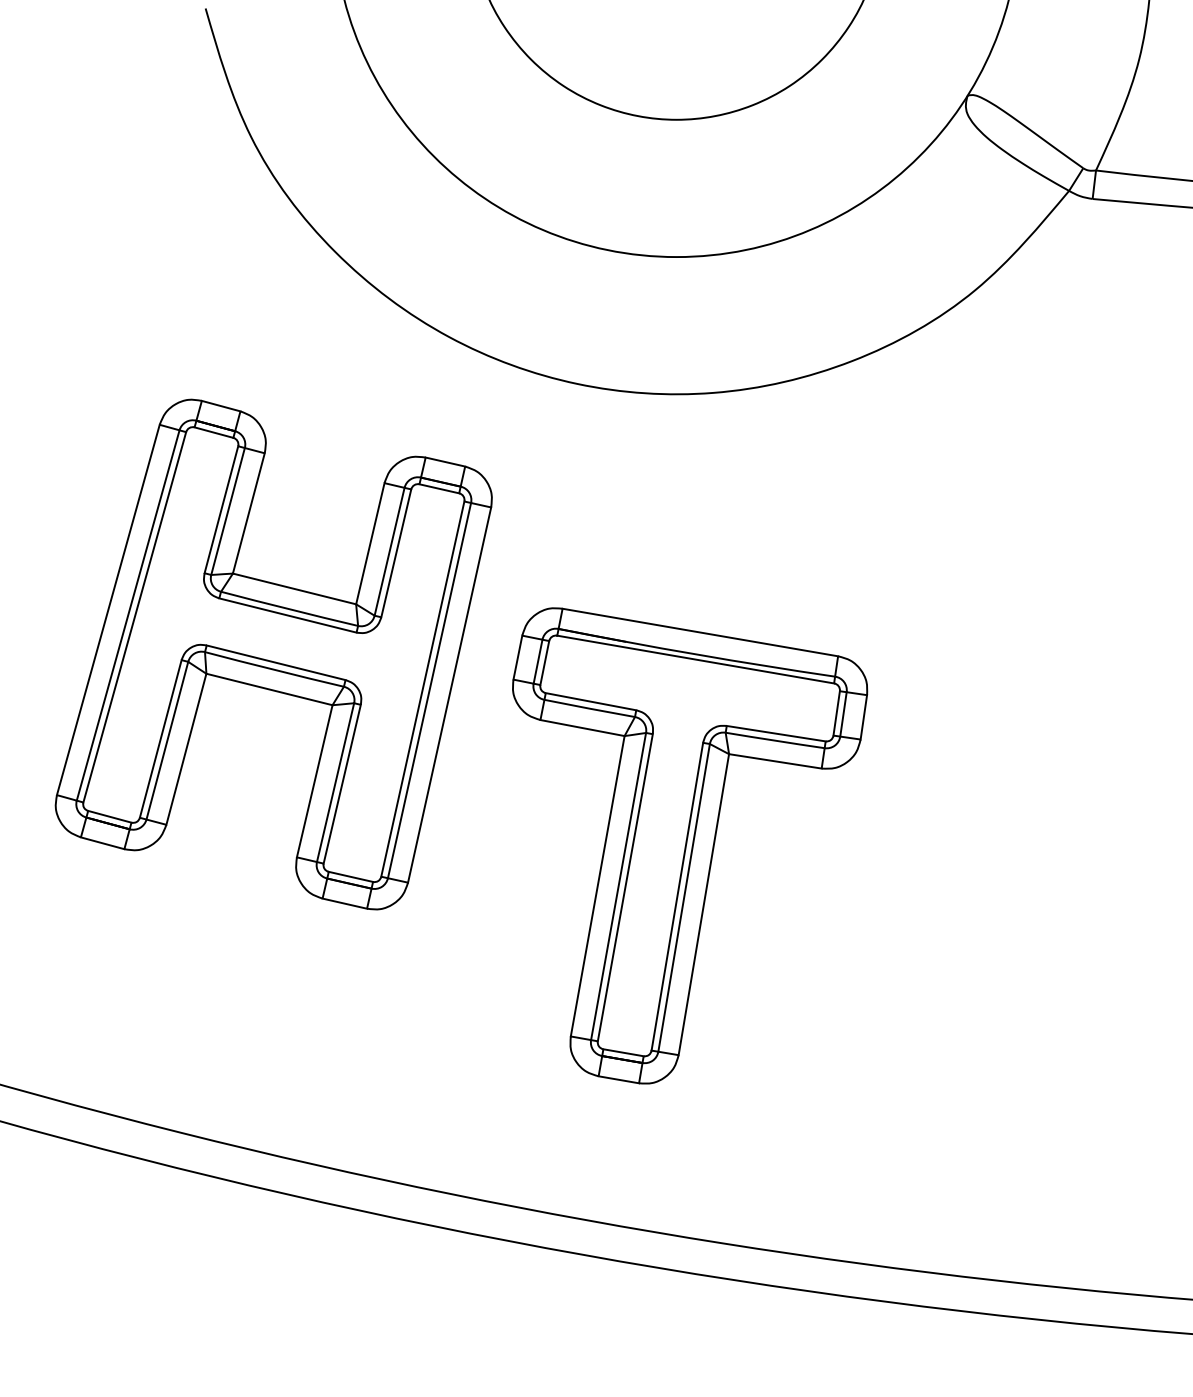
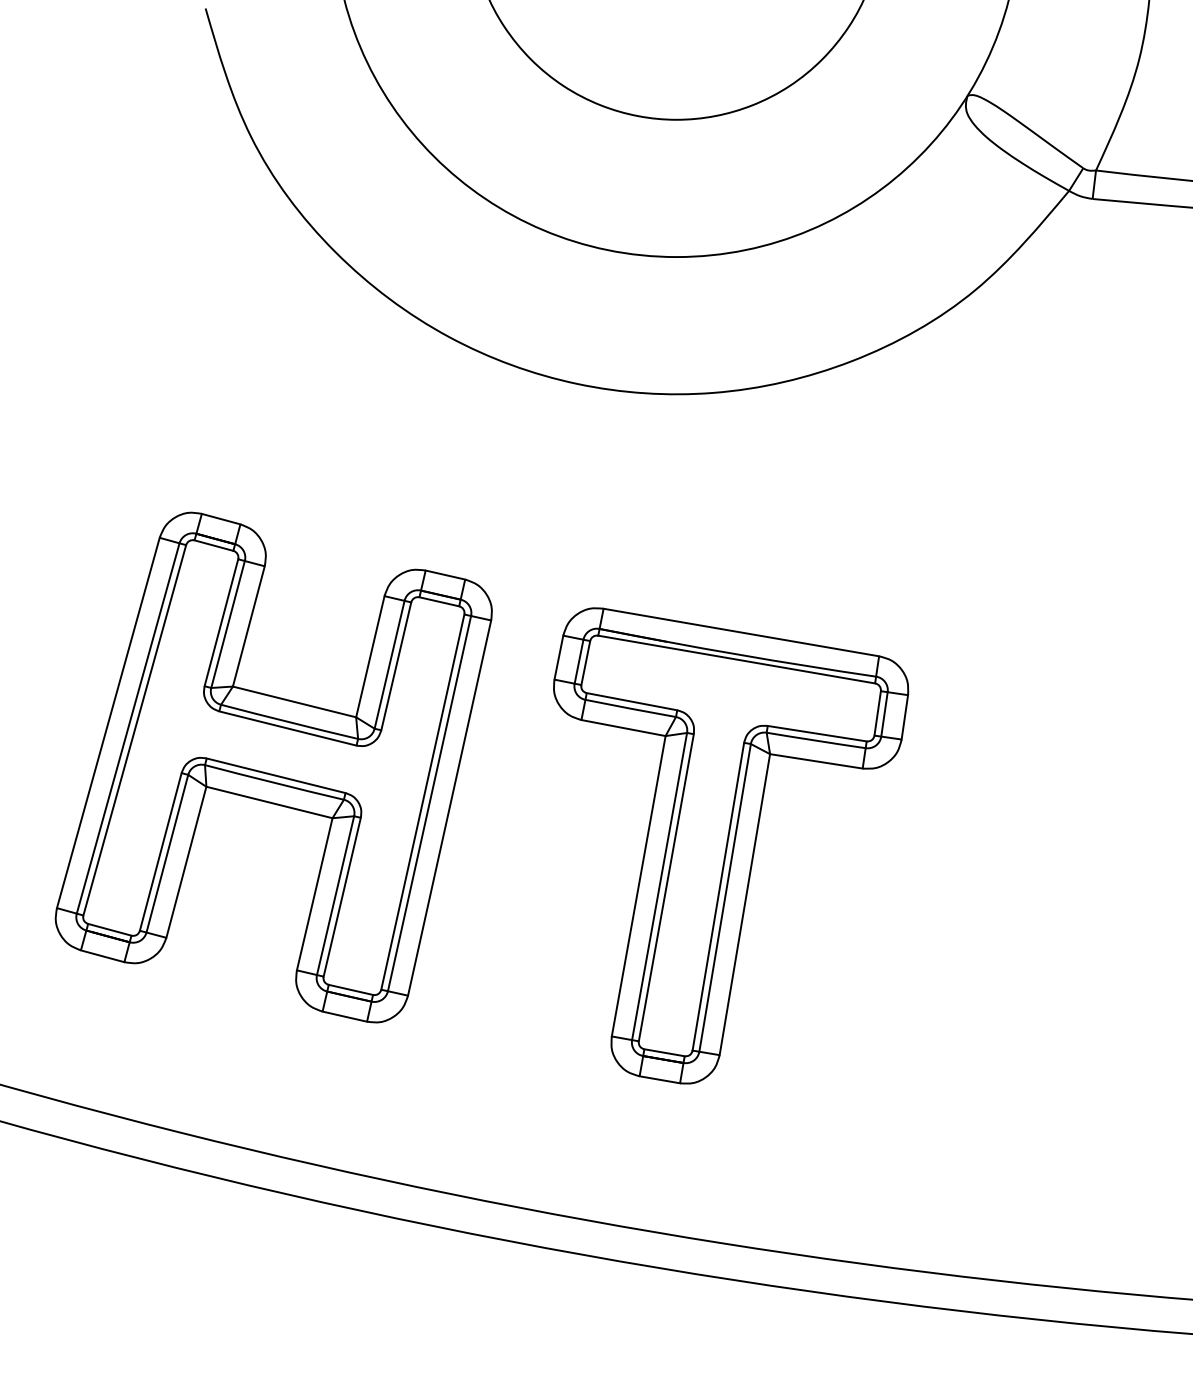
part at (273, 654) position: (273, 654) -> (273, 767)
part at (690, 845) position: (690, 845) -> (731, 845)
